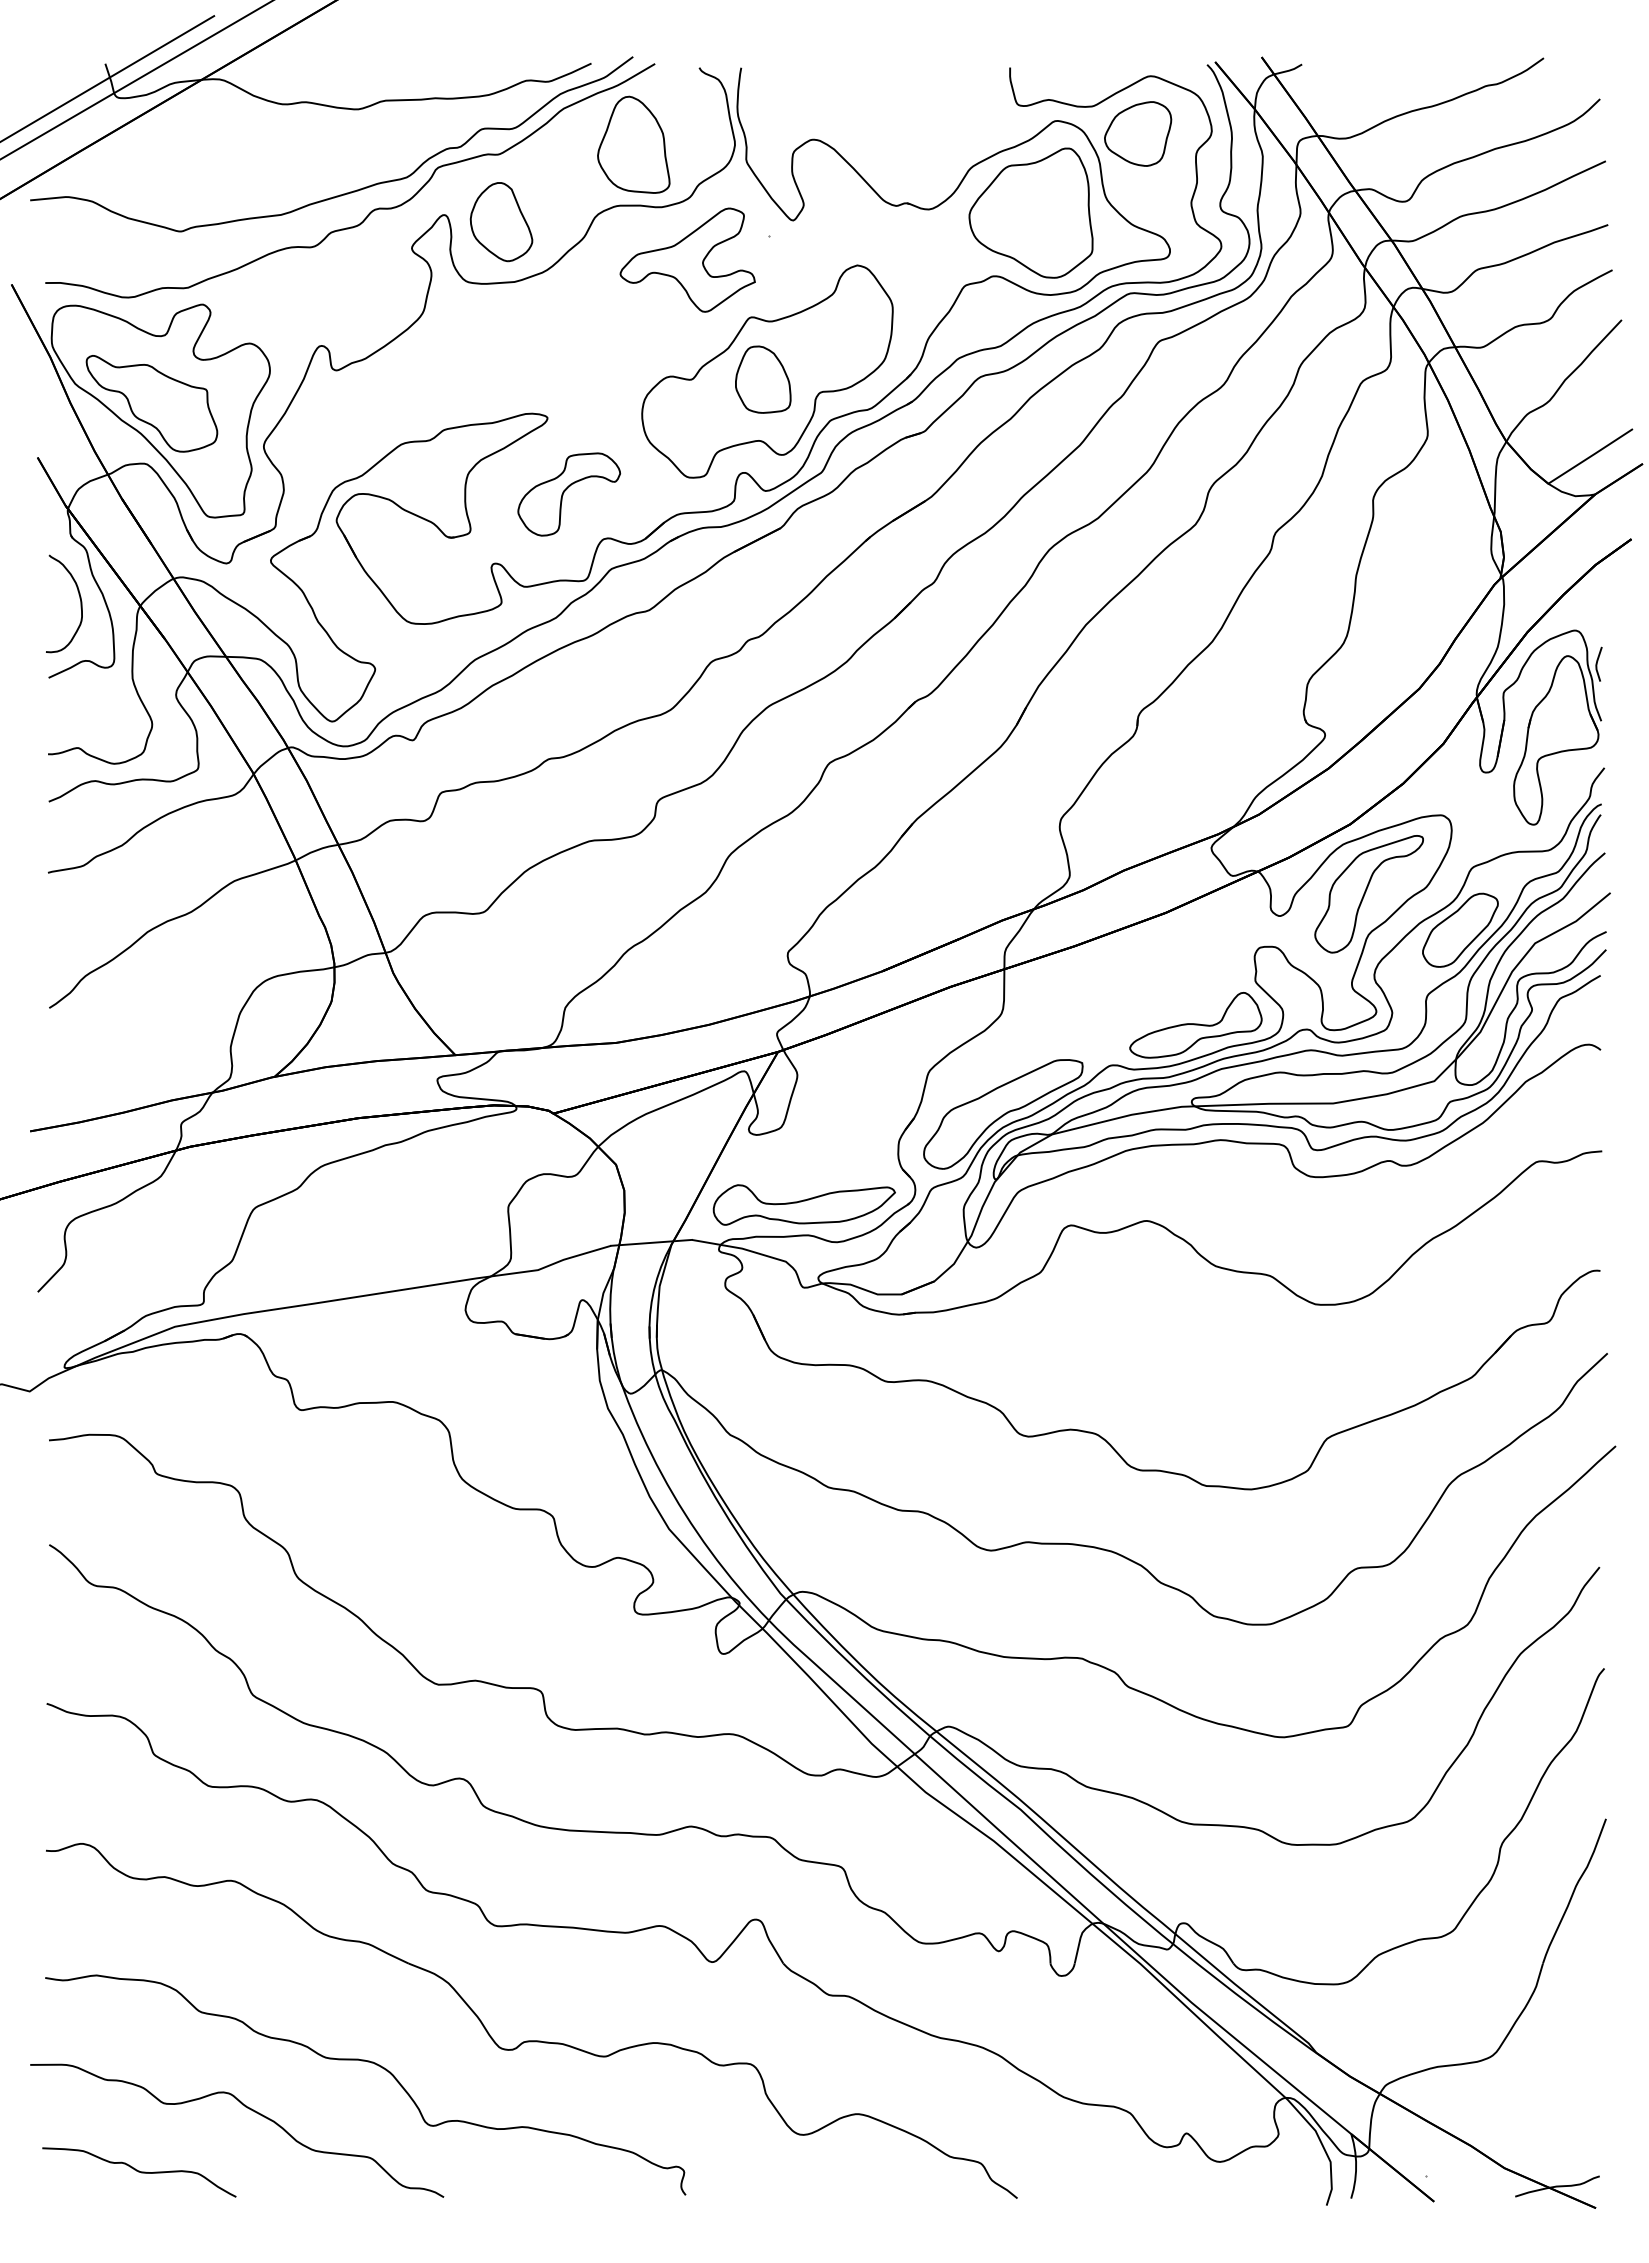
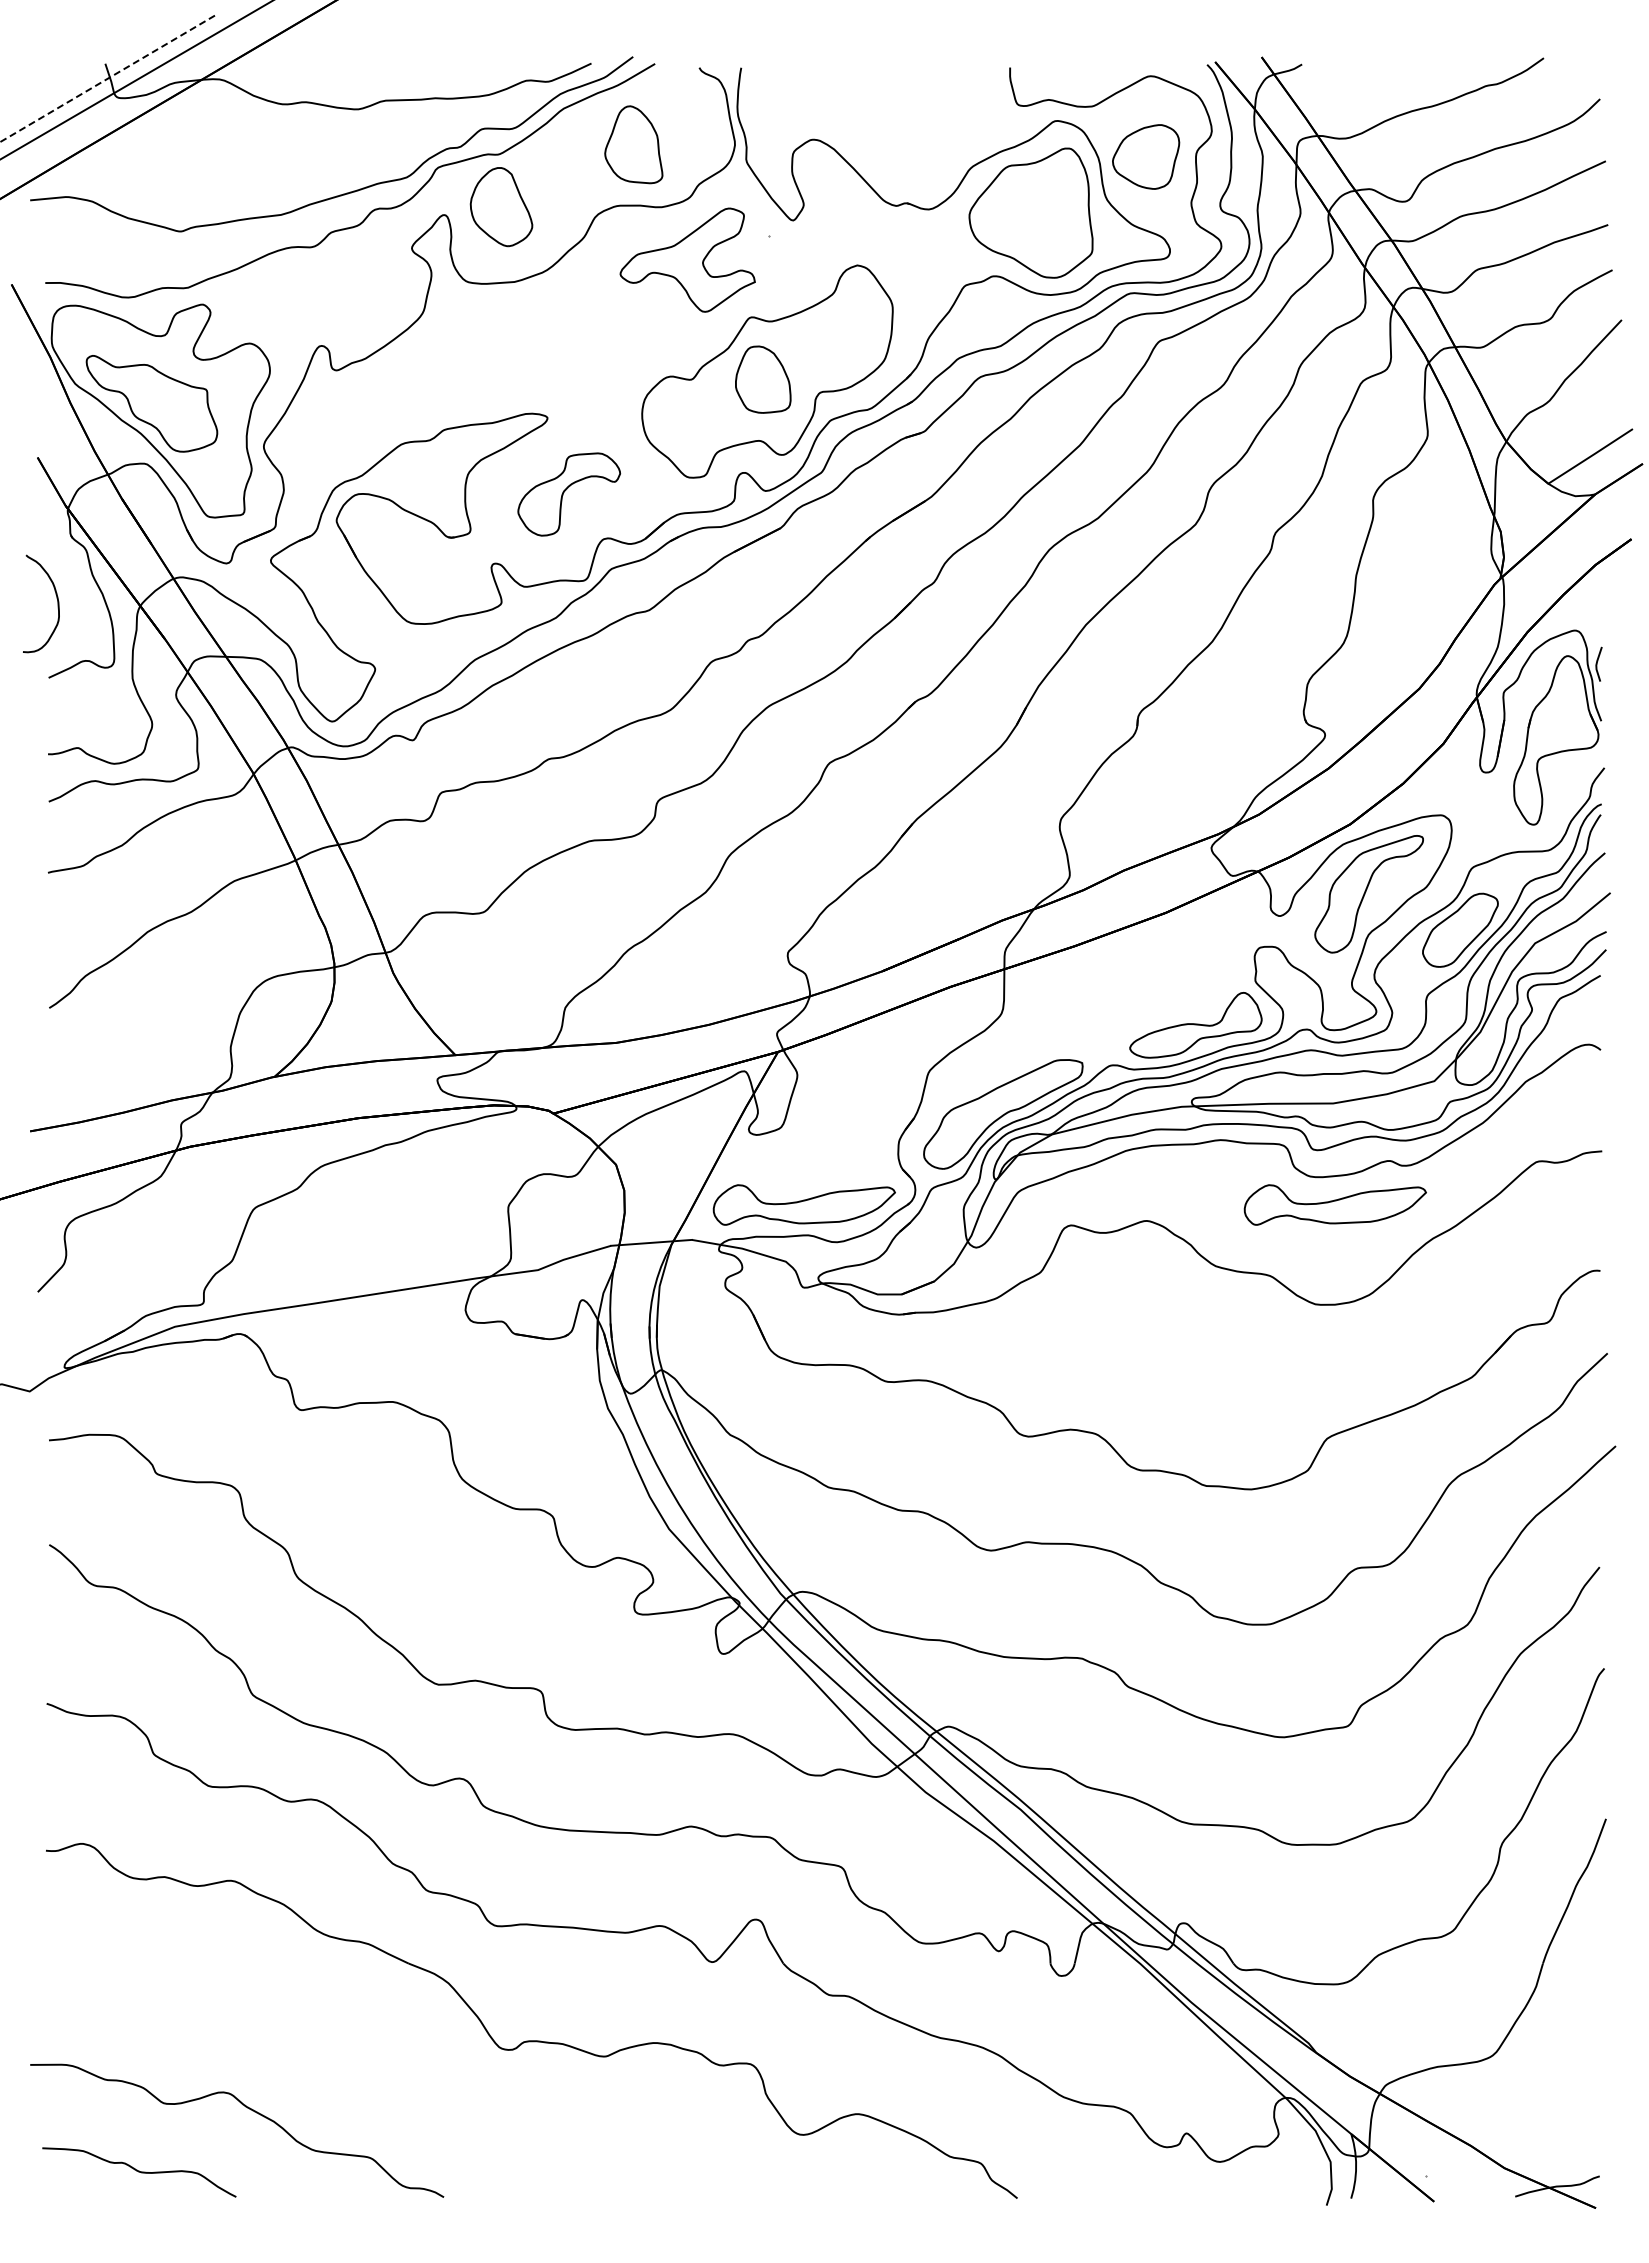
line at (107, 78): solid -> dashed
part at (1138, 133) position: (1138, 133) -> (1146, 156)
part at (633, 144) size: 74x99 px -> 60x80 px
part at (501, 222) position: (501, 222) -> (501, 207)
curve at (79, 598) position: (79, 598) -> (56, 598)
part at (1334, 1204): none -> present
curve at (371, 2063): present -> none
